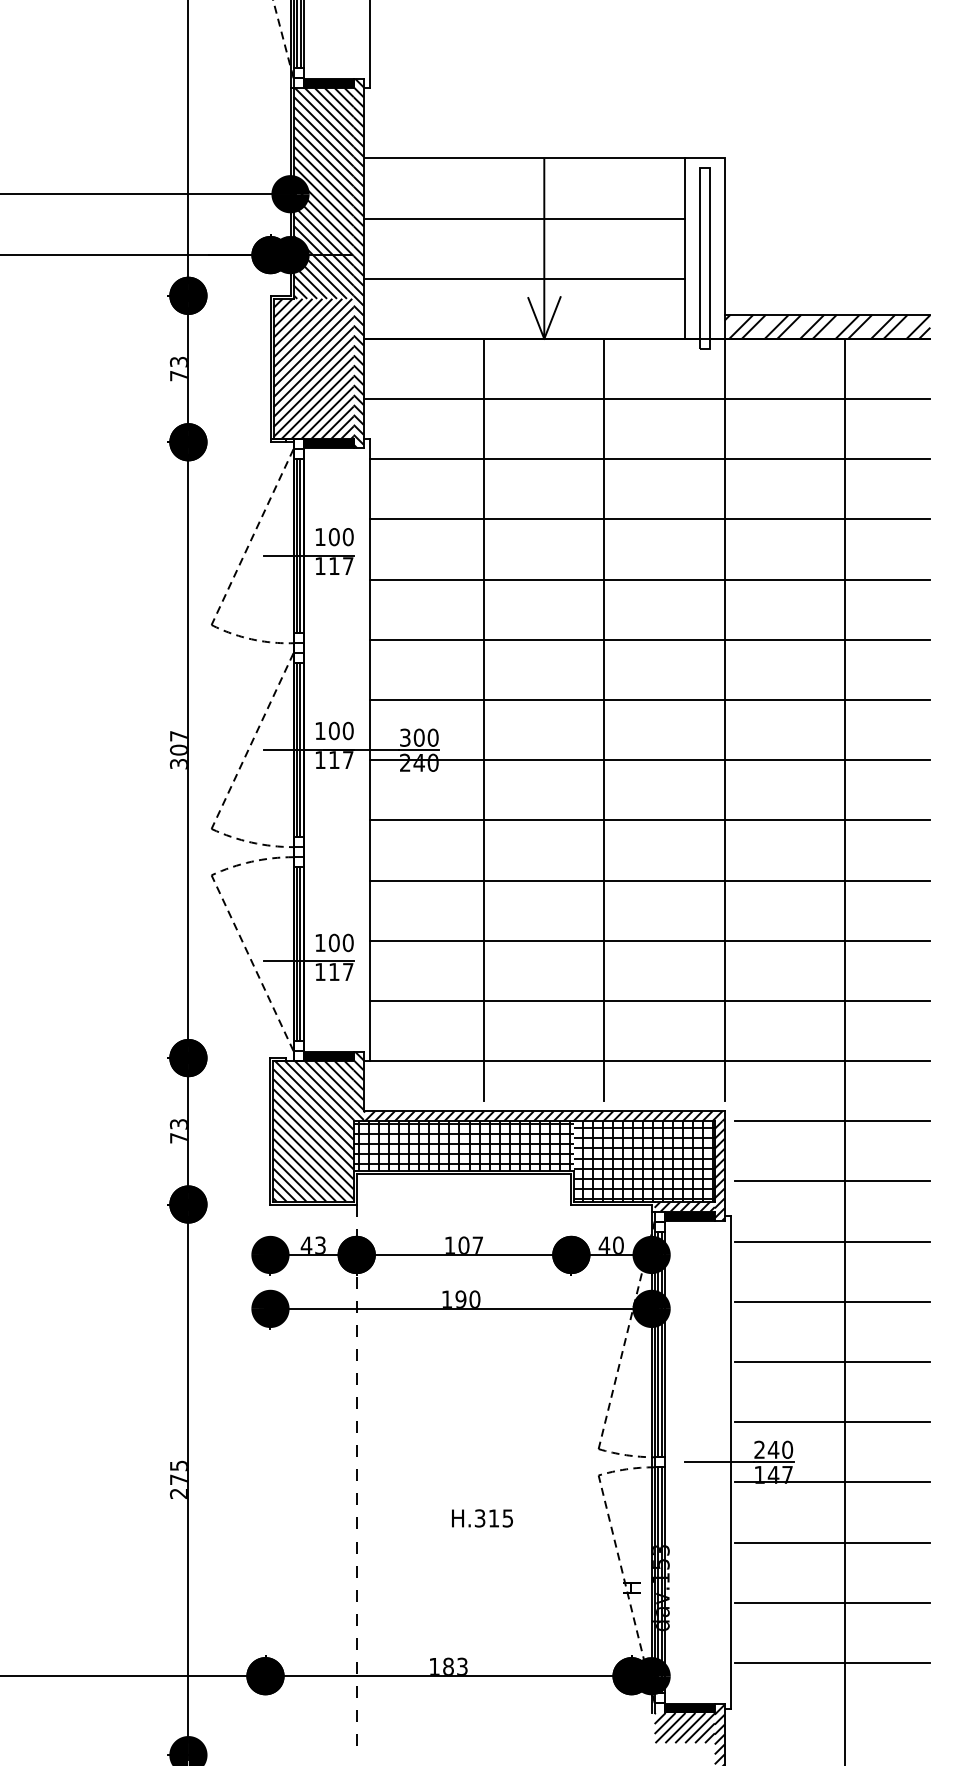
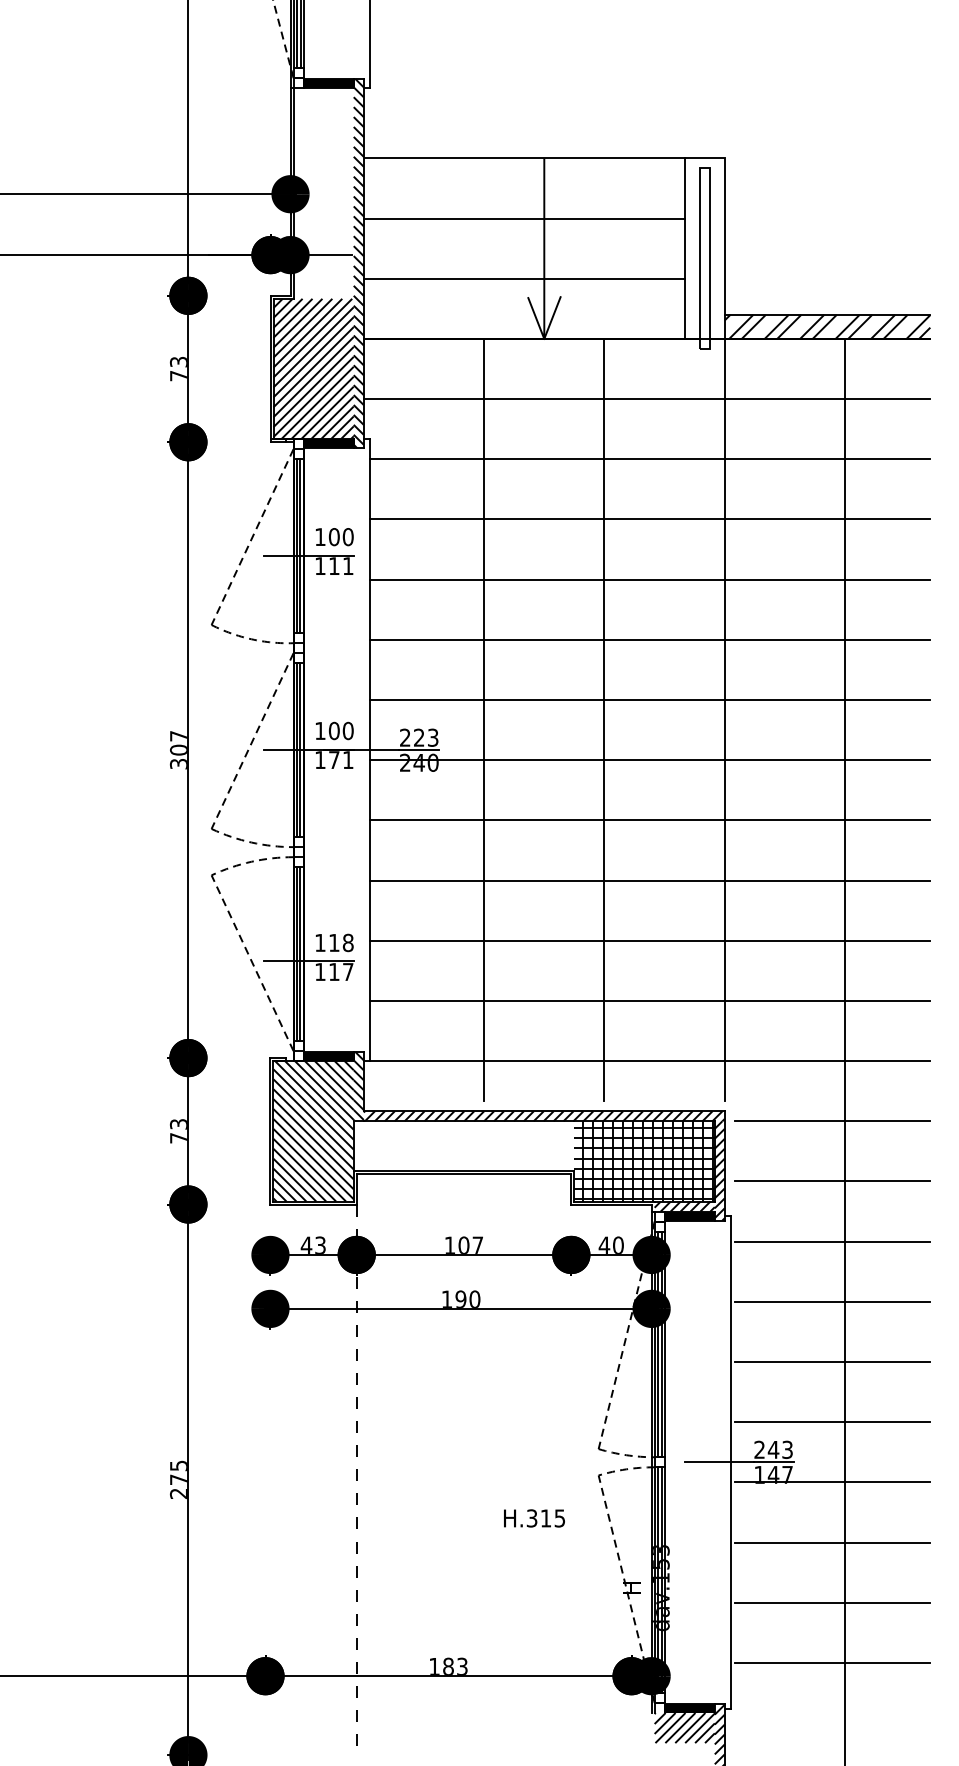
hatch at (323, 193): present -> none
text at (348, 565): 117 -> 111
text at (419, 737): 300 -> 223
text at (341, 759): 117 -> 171
text at (340, 942): 100 -> 118
hatch at (463, 1146): present -> none
text at (787, 1449): 240 -> 243
text at (482, 1518) position: (482, 1518) -> (534, 1518)
